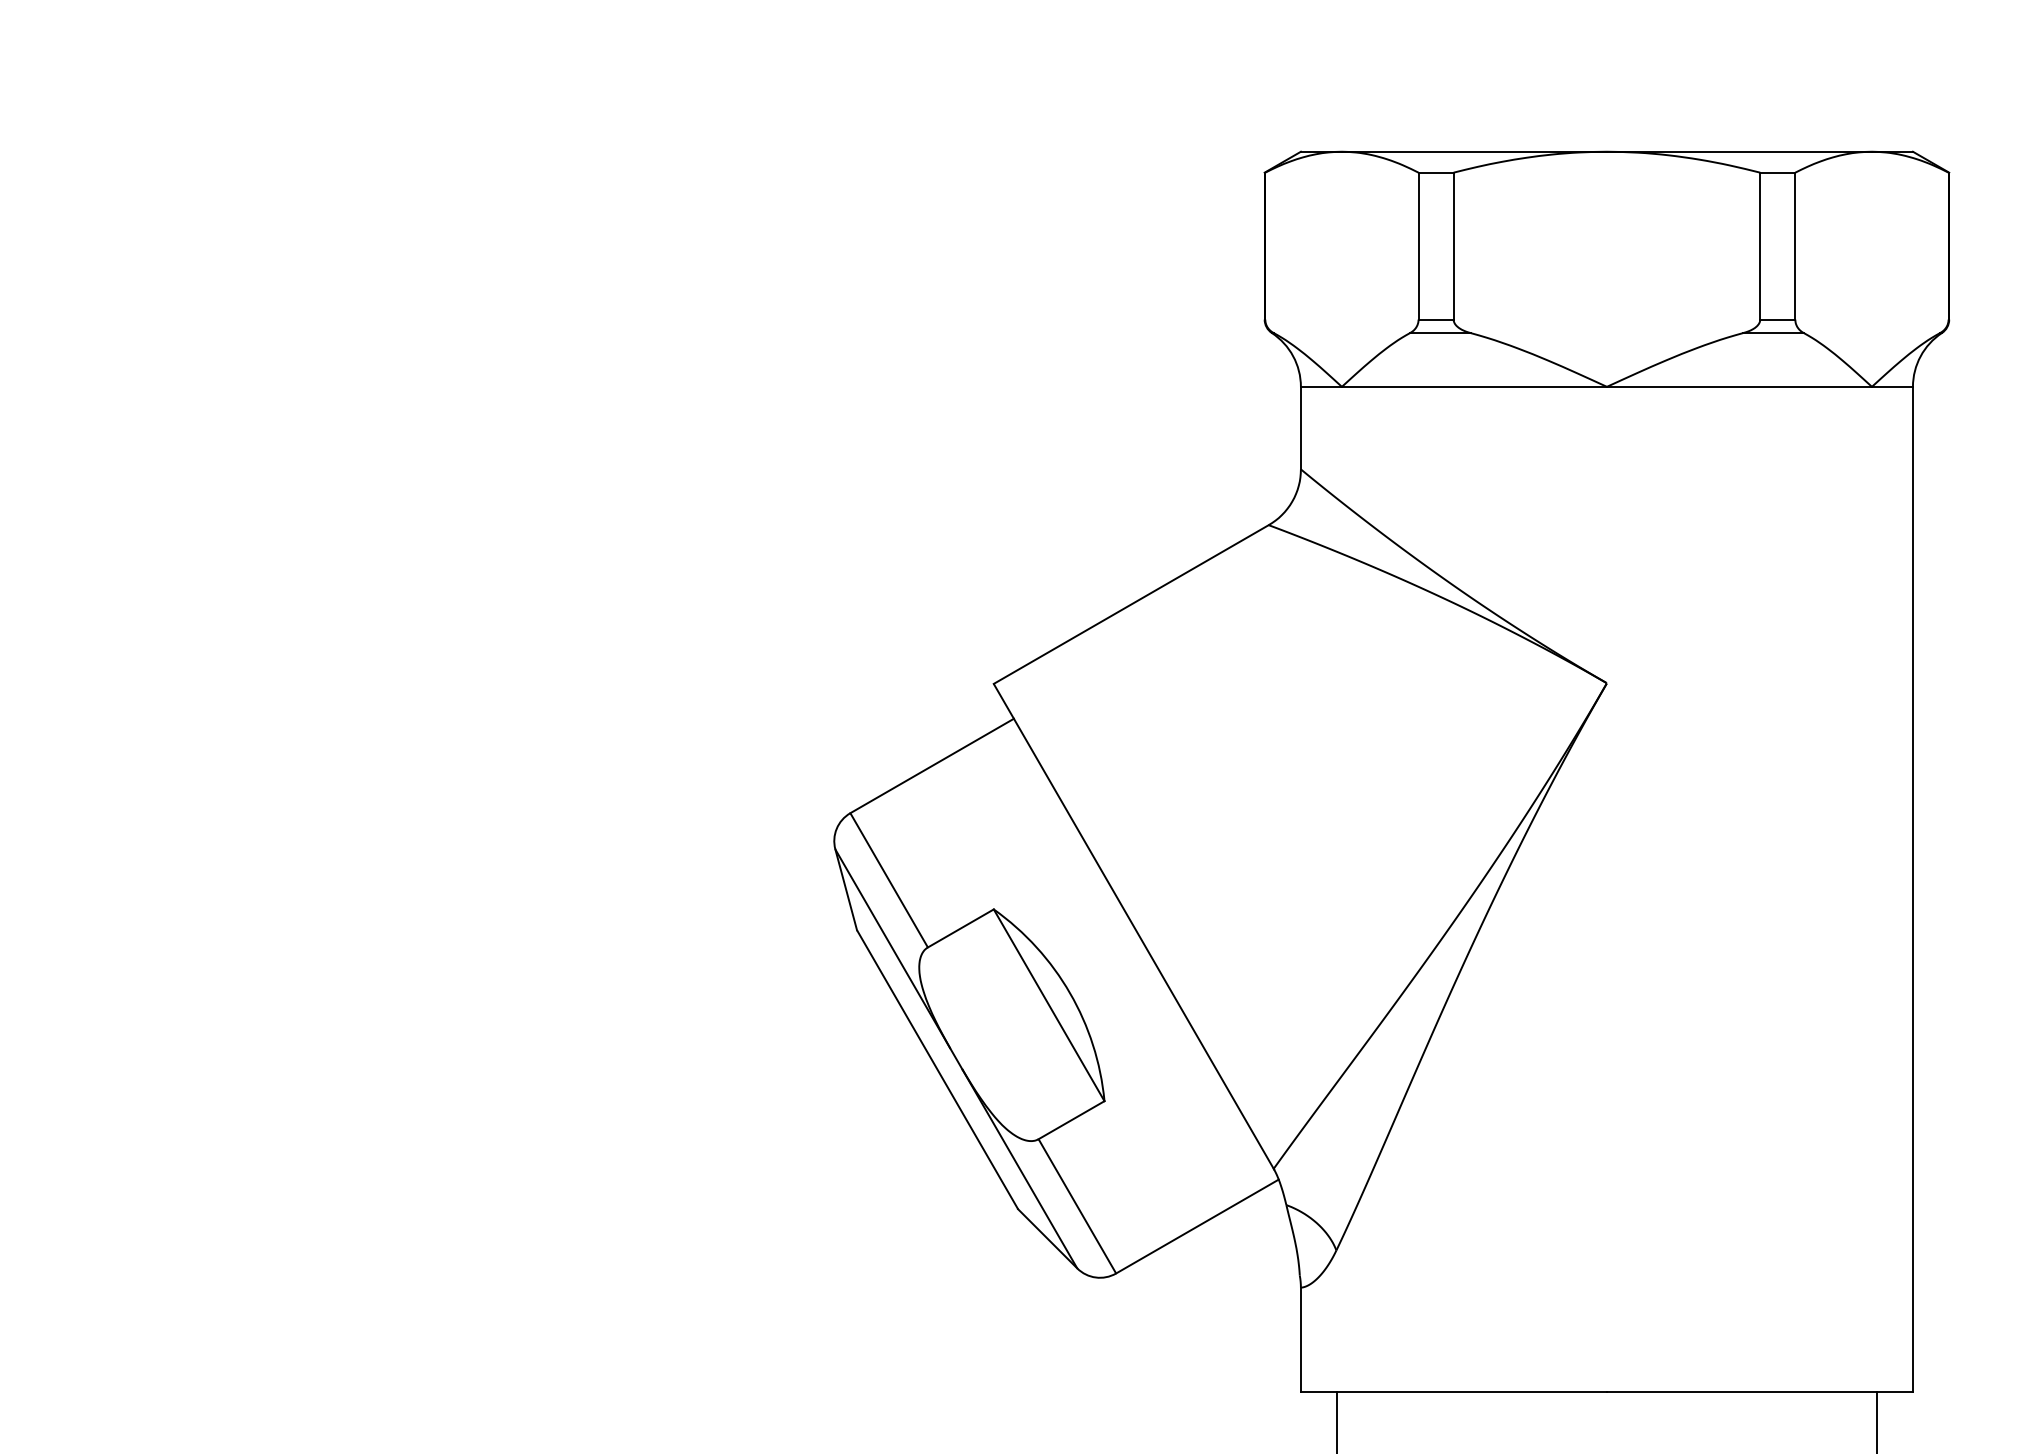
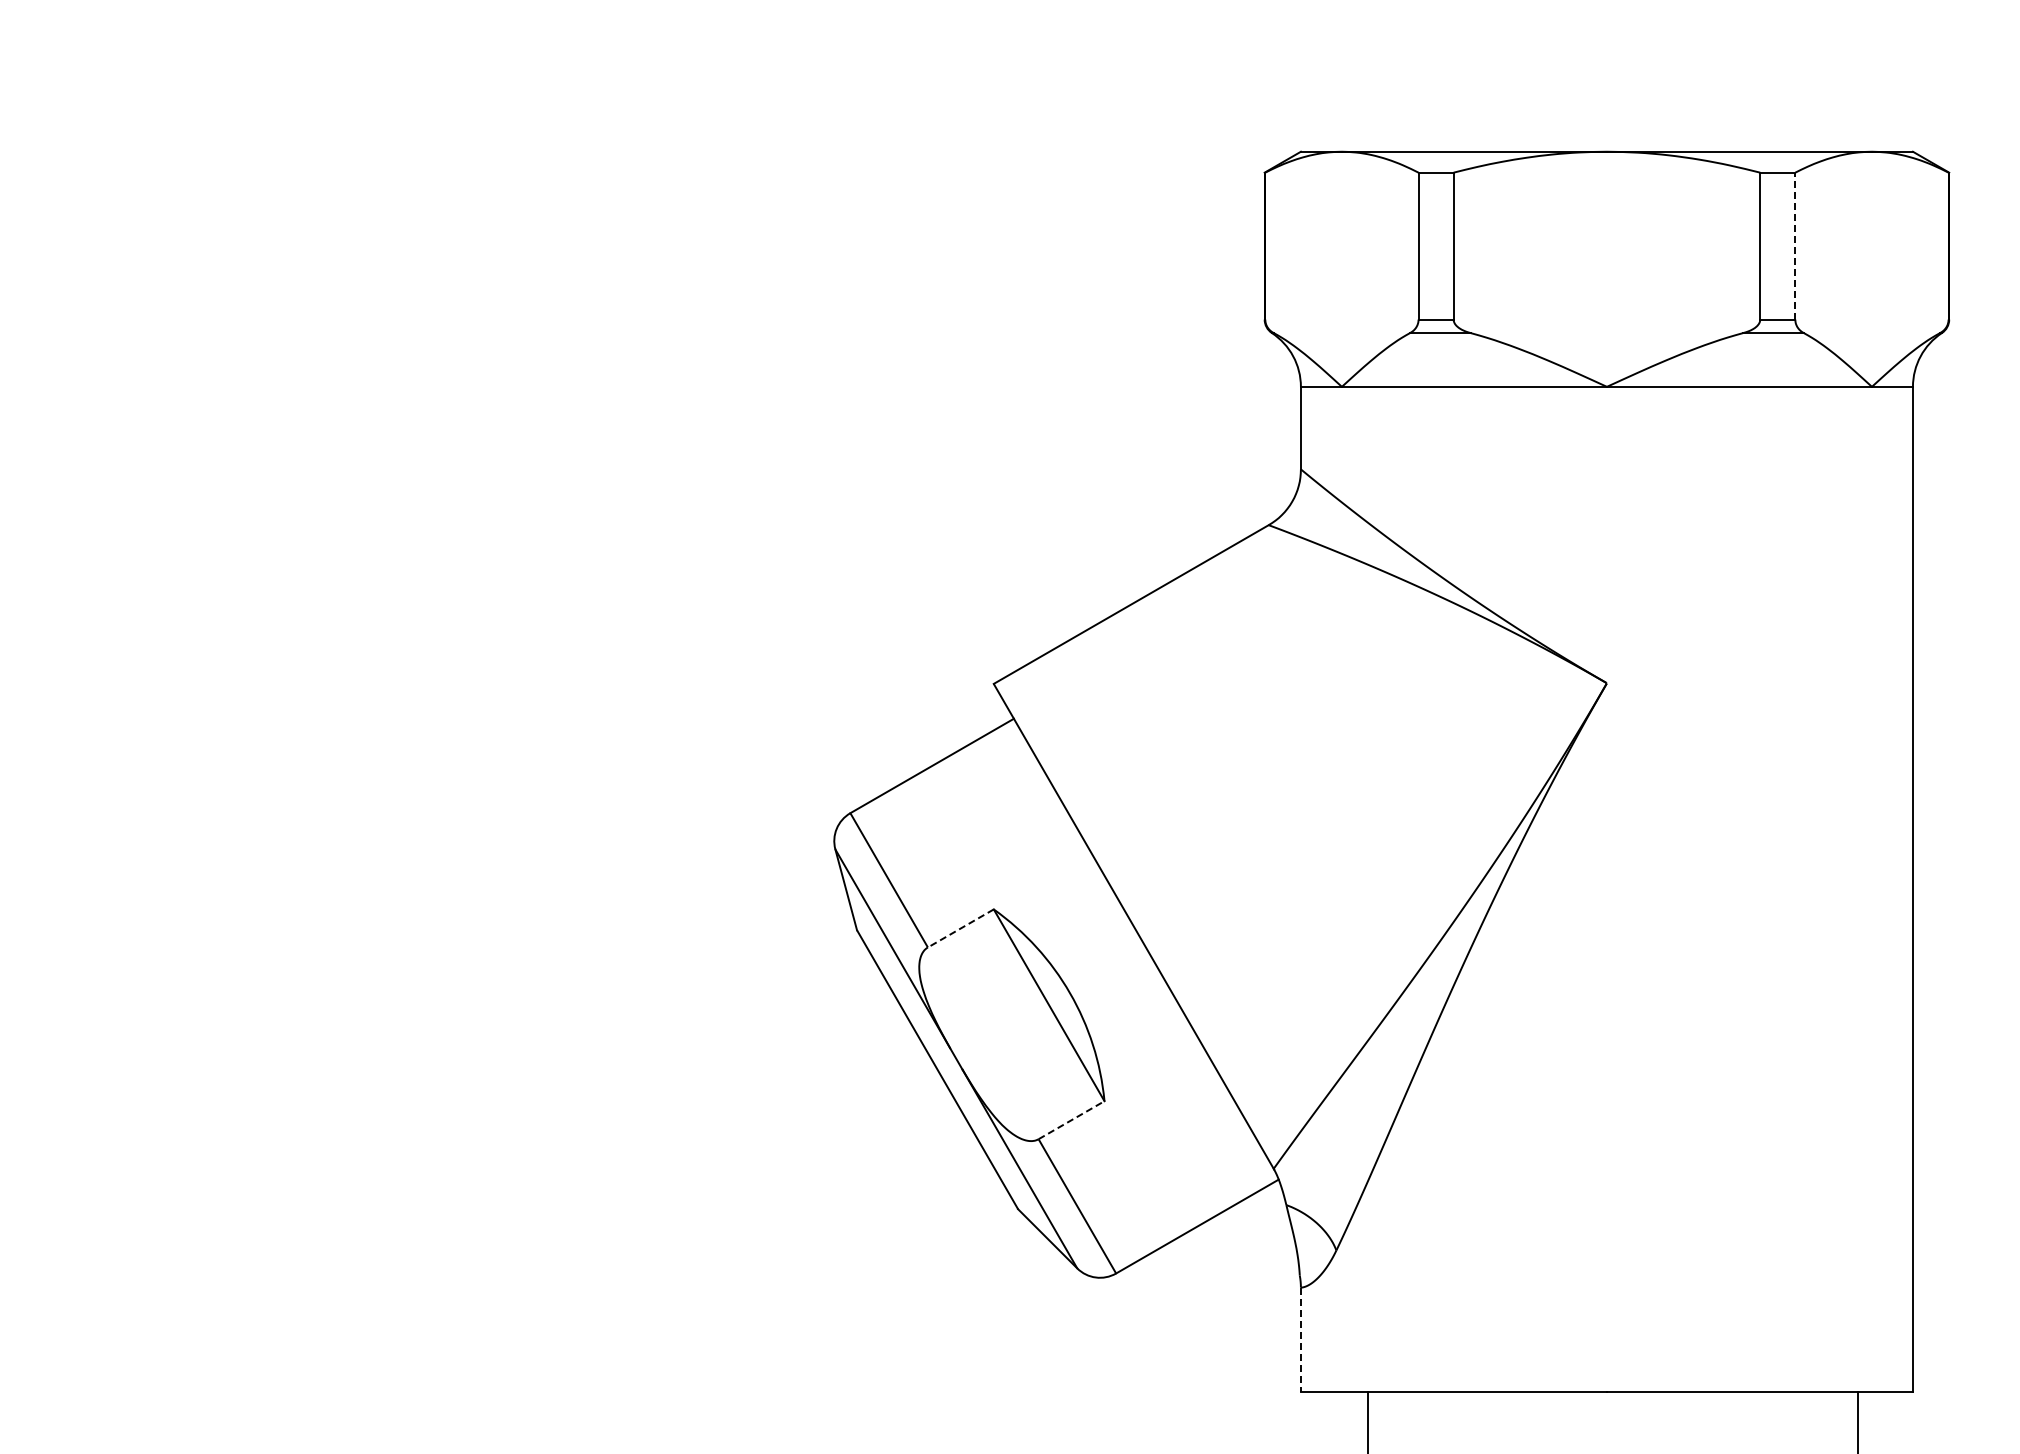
line at (1795, 245): solid -> dashed
line at (960, 928): solid -> dashed
line at (1072, 1119): solid -> dashed
line at (1300, 1340): solid -> dashed
line at (1337, 1420) position: (1337, 1420) -> (1368, 1420)
line at (1876, 1420) position: (1876, 1420) -> (1857, 1420)
